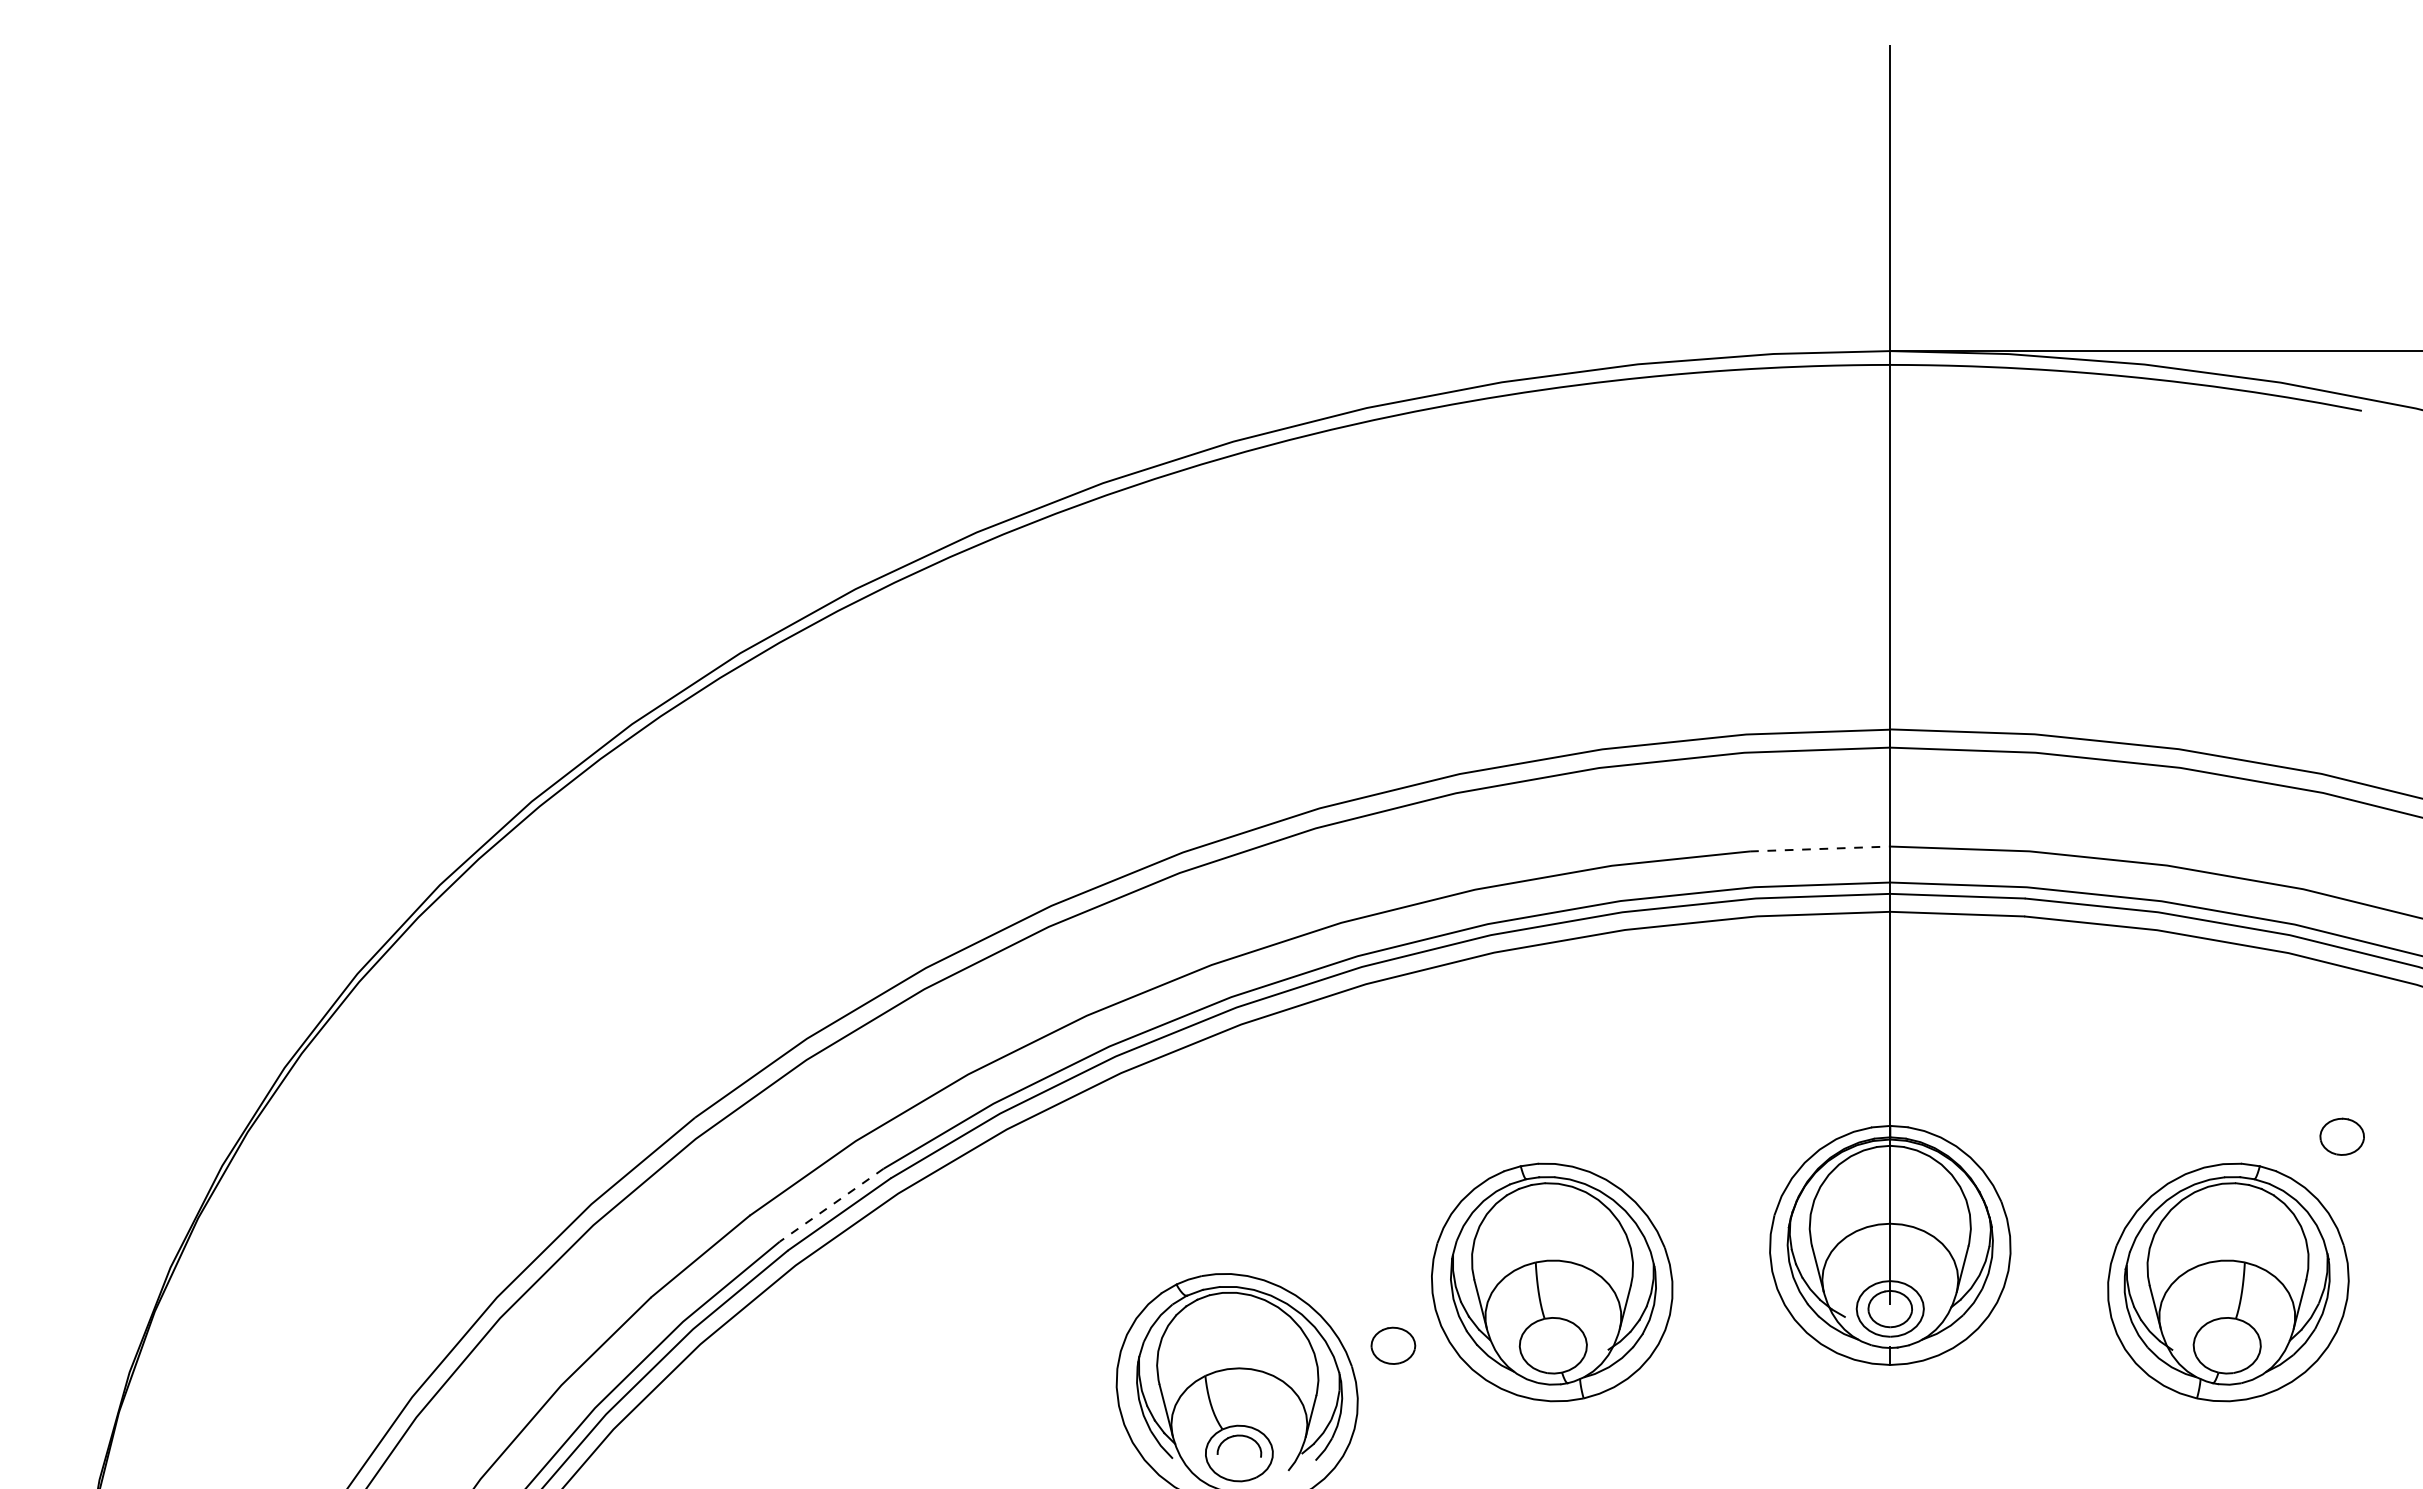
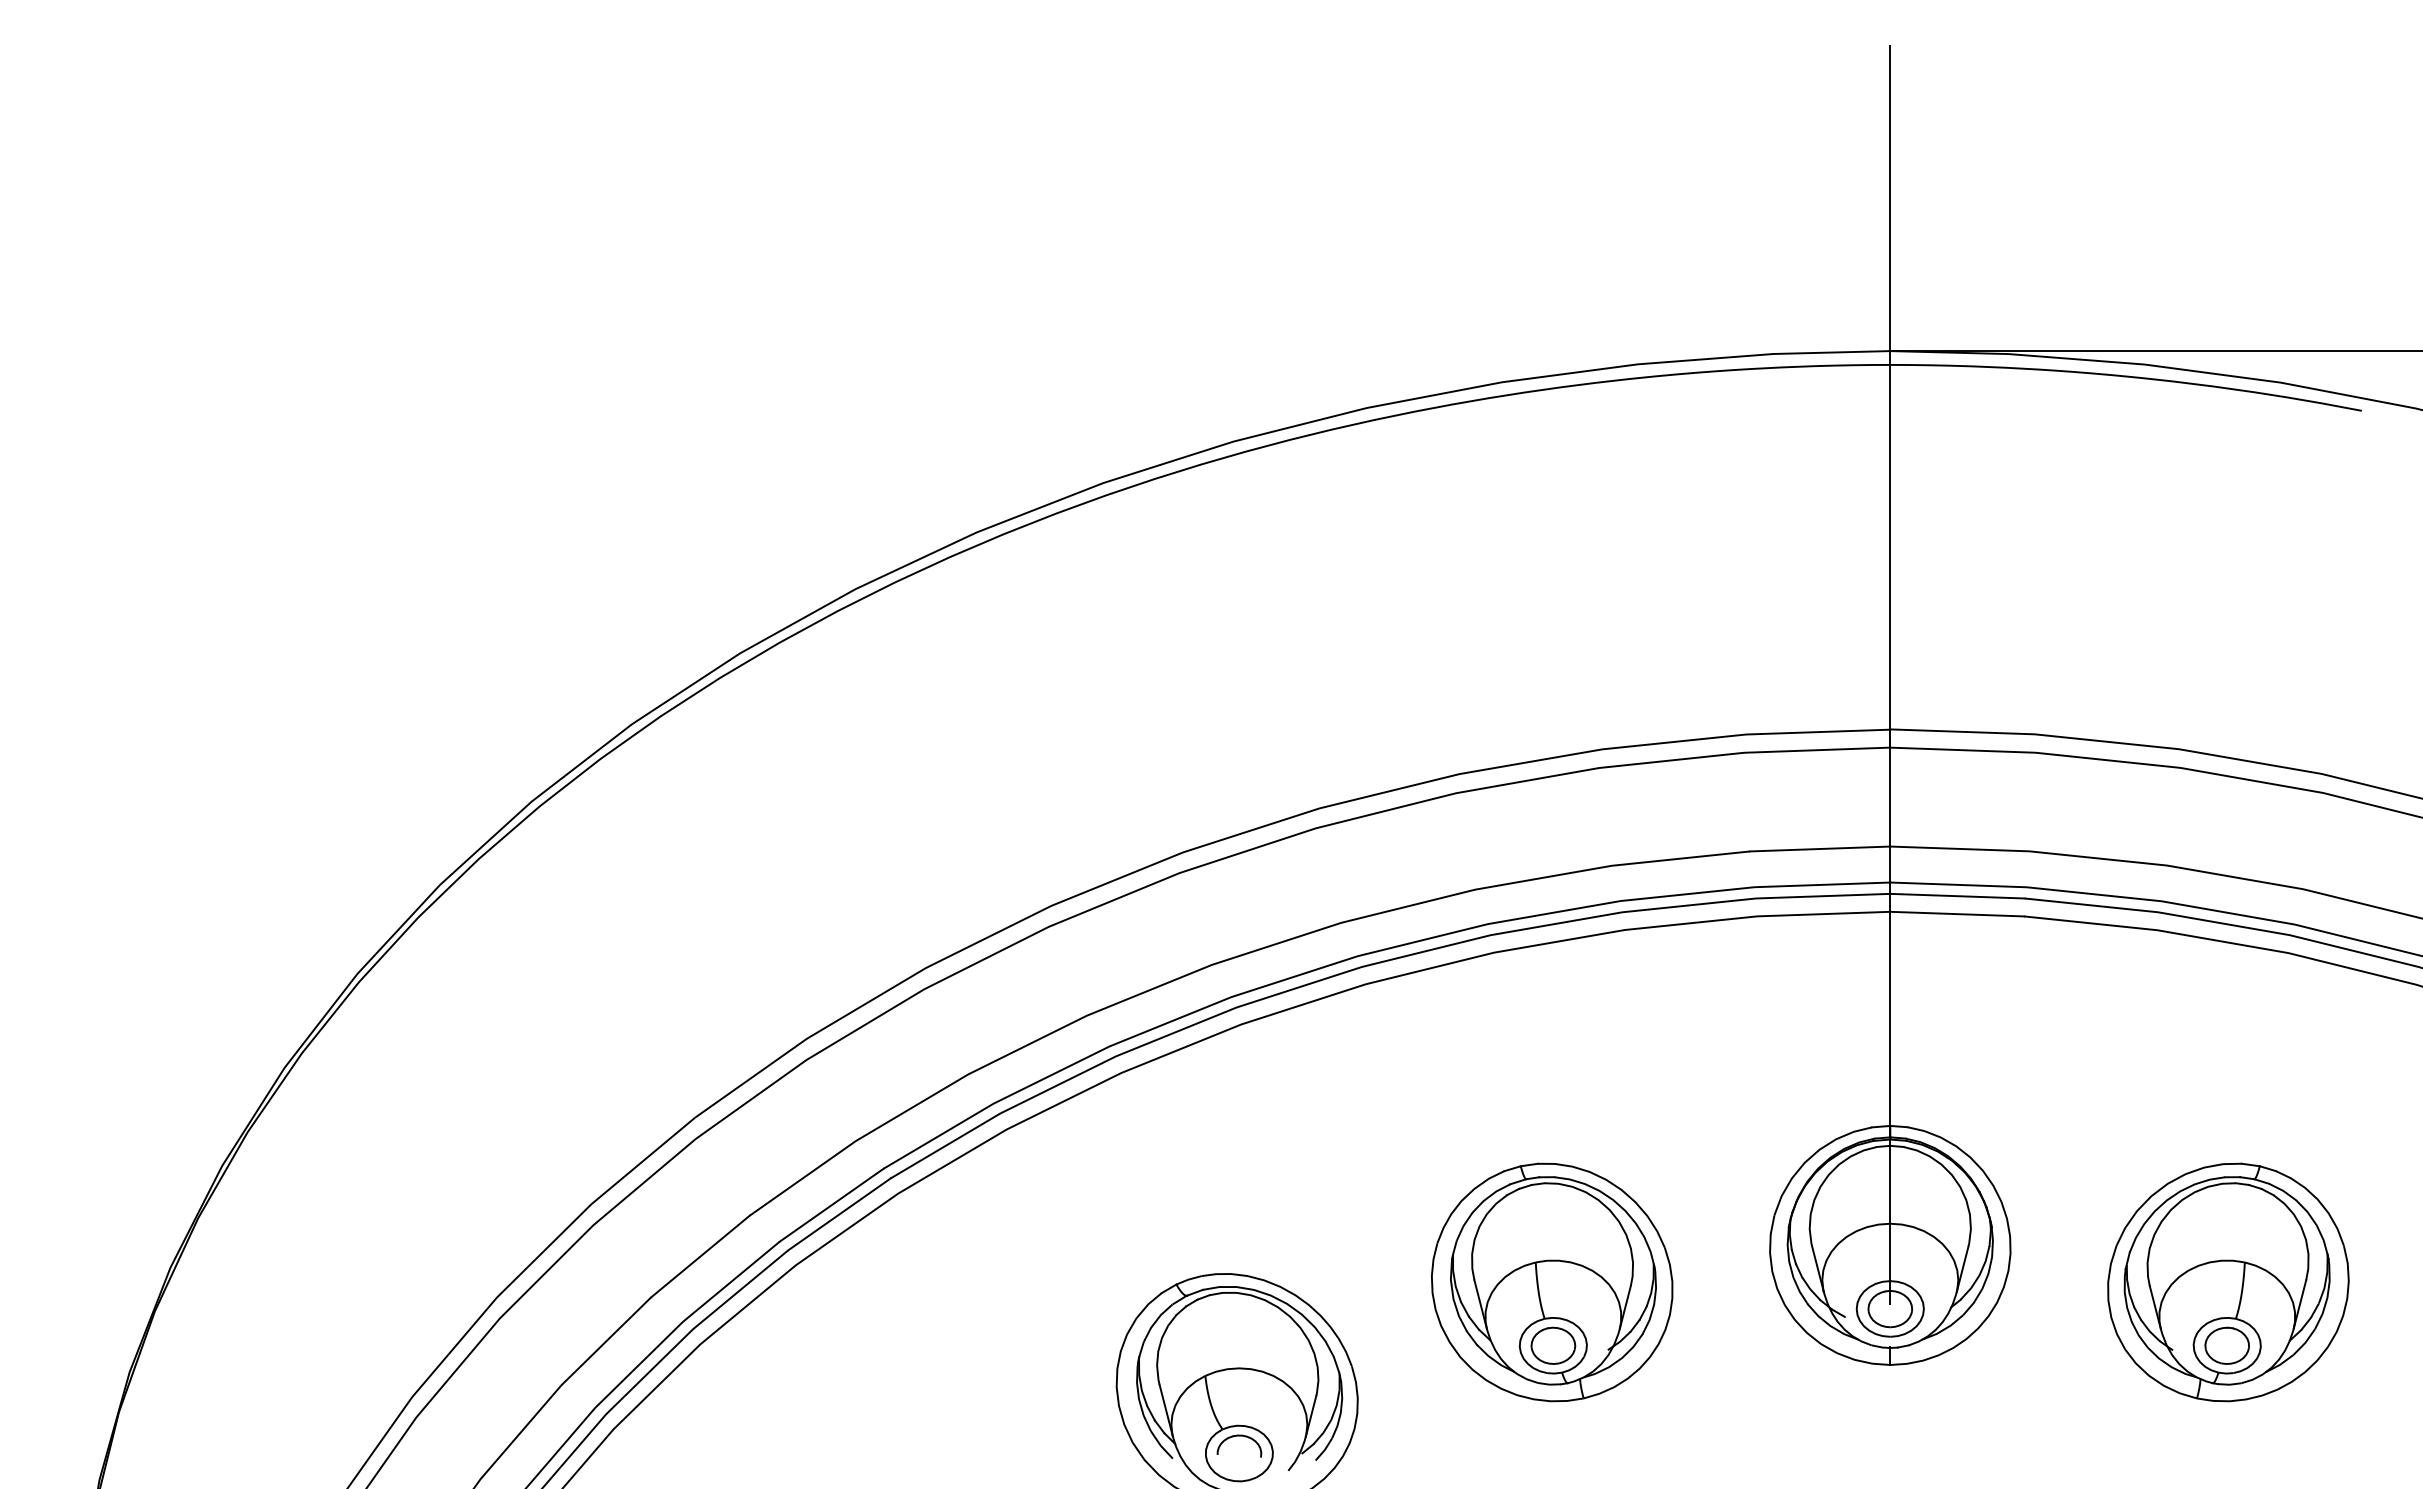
line at (1820, 848): dashed -> solid
part at (2341, 1136) position: (2341, 1136) -> (2226, 1345)
line at (831, 1205): dashed -> solid
part at (1393, 1345) position: (1393, 1345) -> (1553, 1345)
